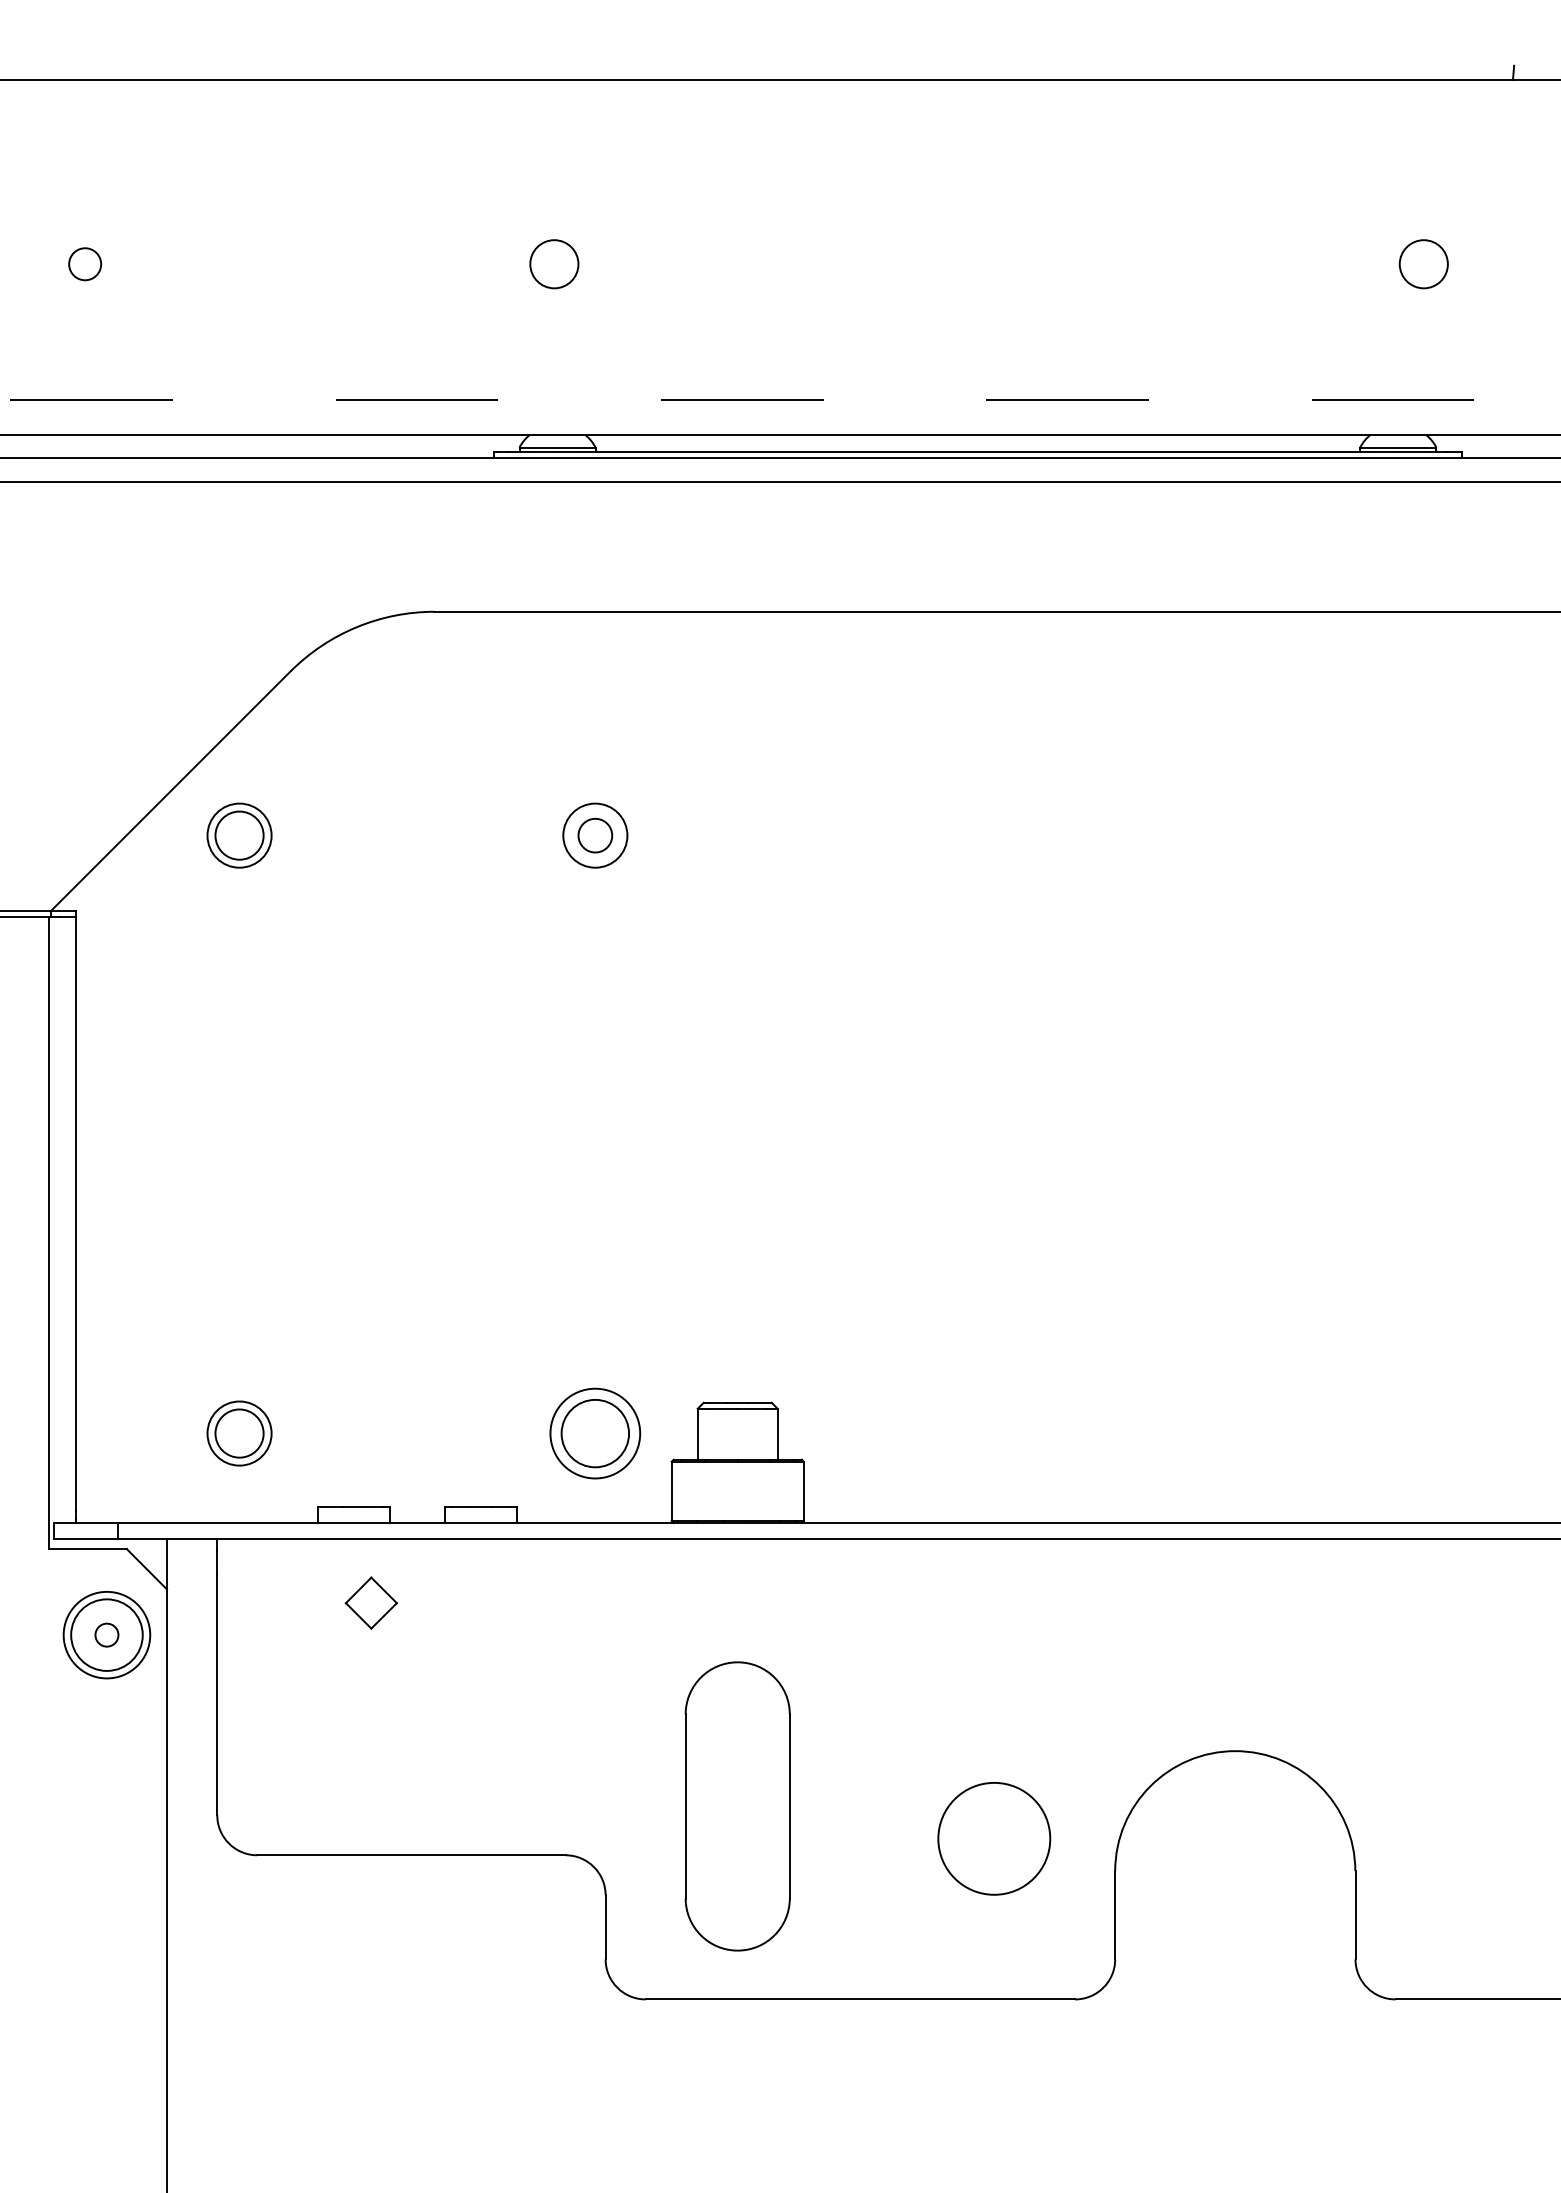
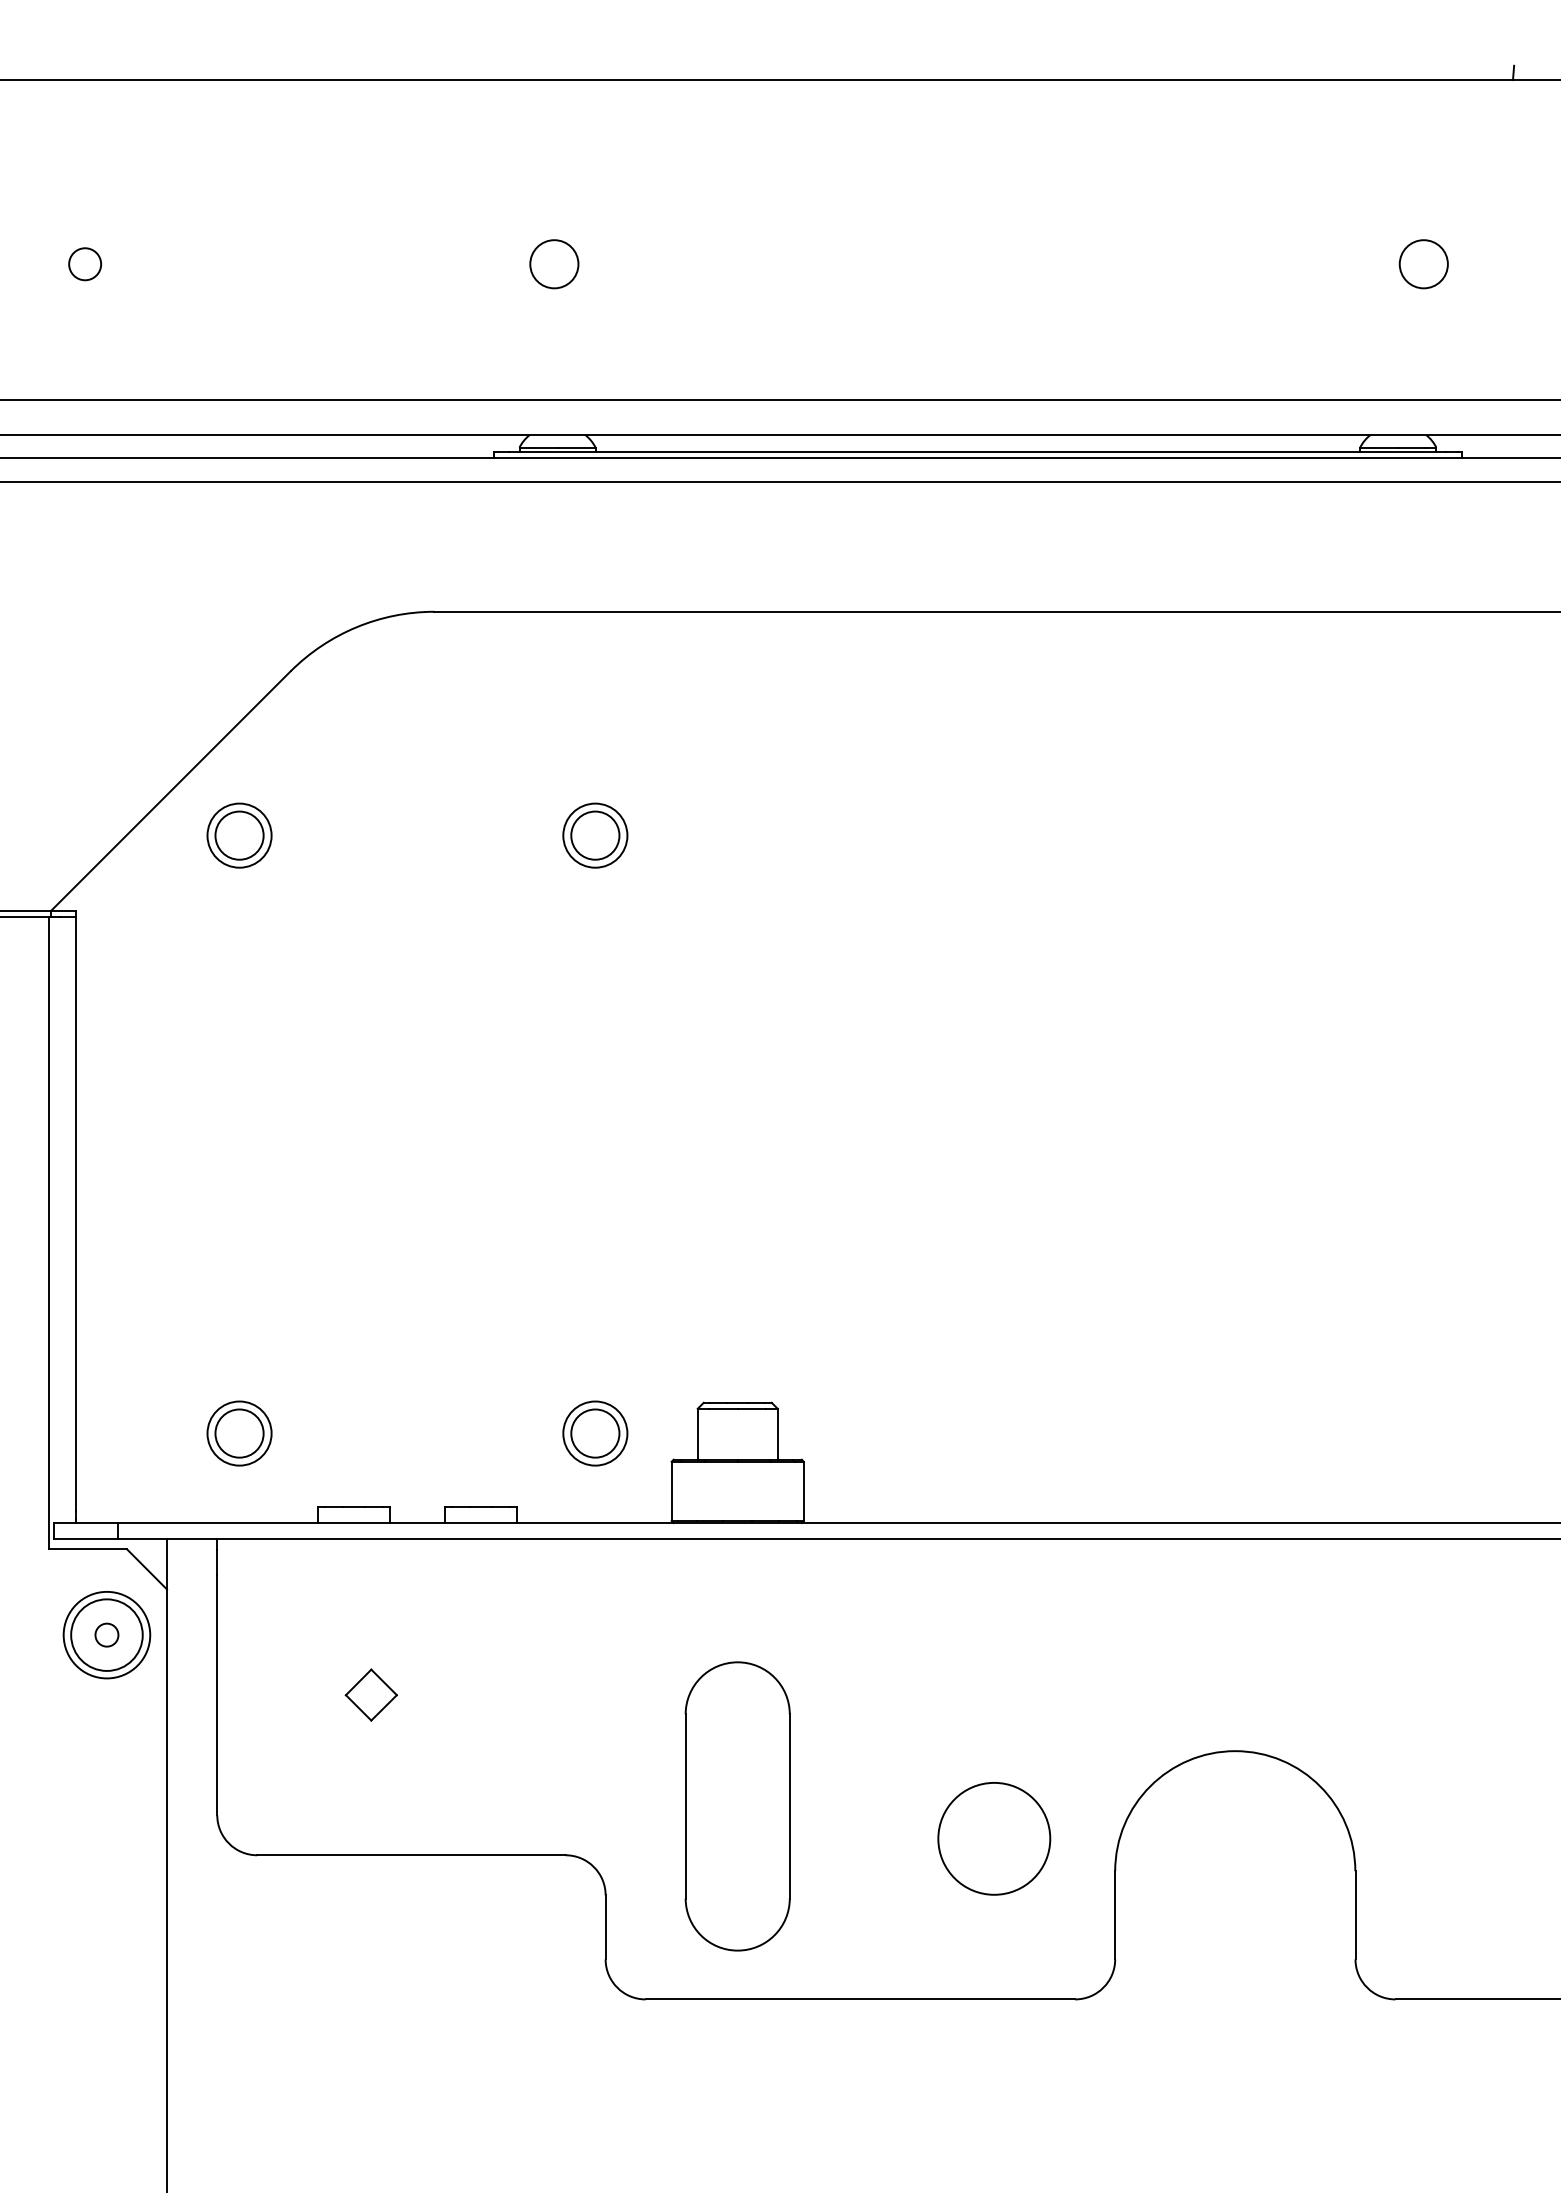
line at (780, 400): dashed -> solid
circle at (595, 835) diameter: 34 px -> 48 px
part at (595, 1433) size: 93x93 px -> 67x67 px
part at (371, 1602) position: (371, 1602) -> (371, 1694)
